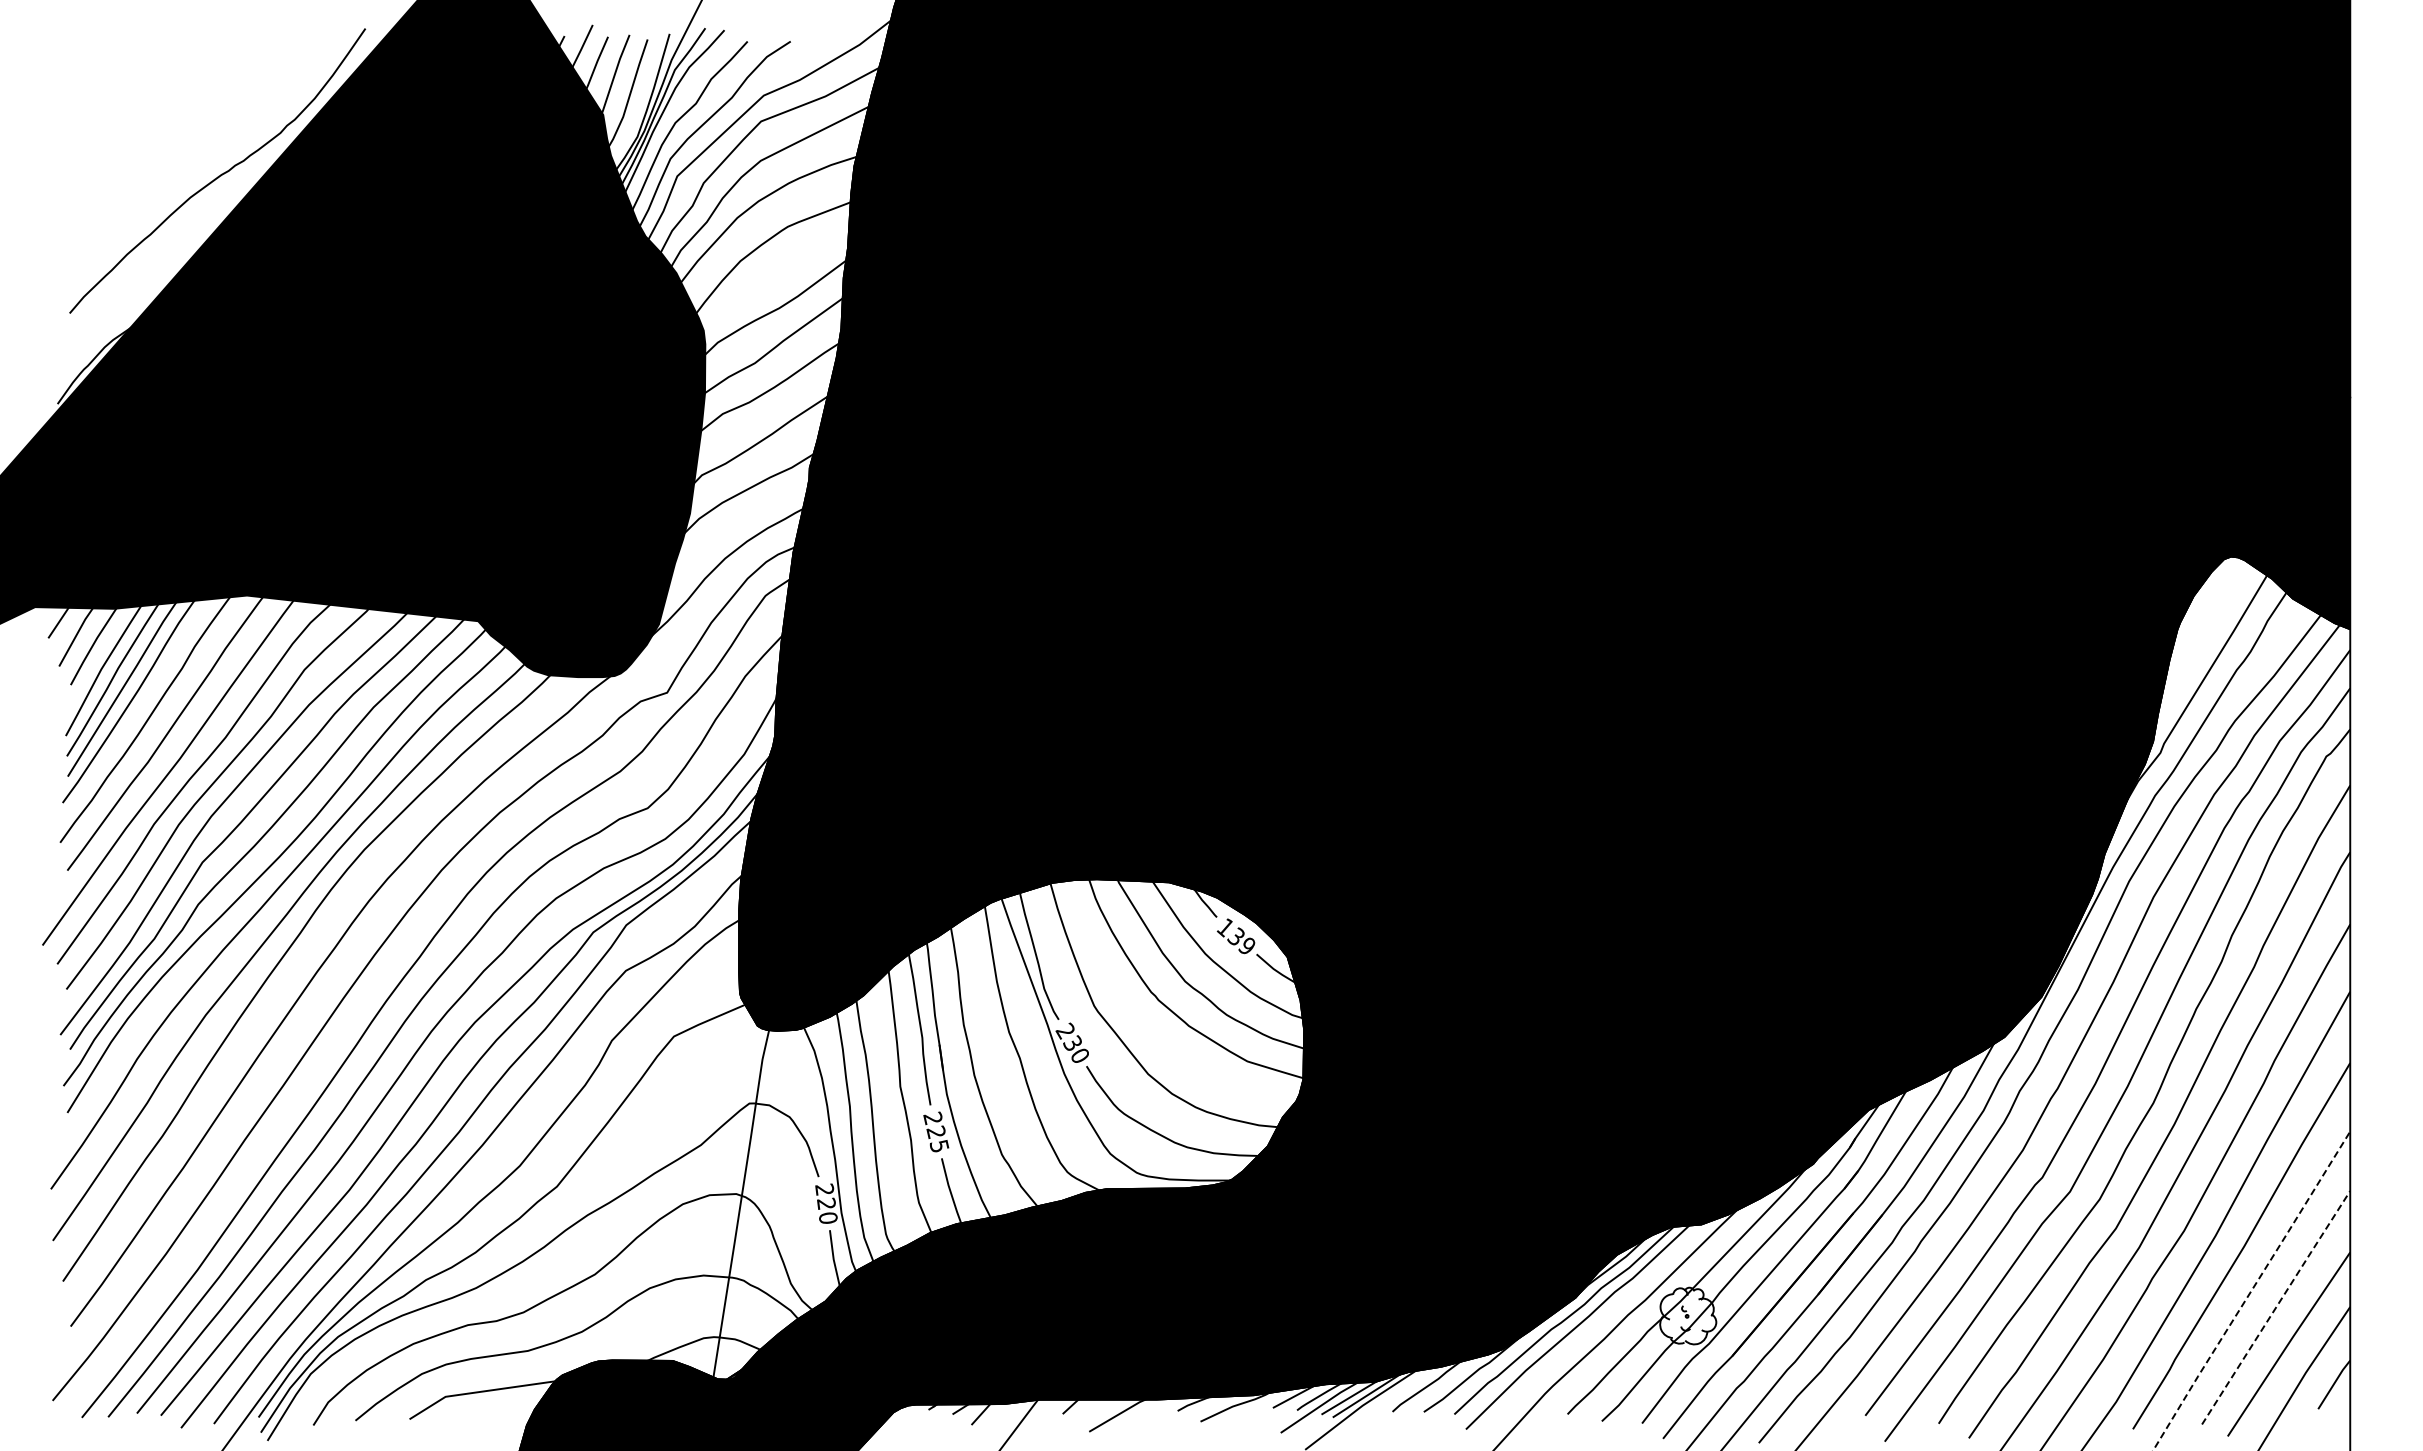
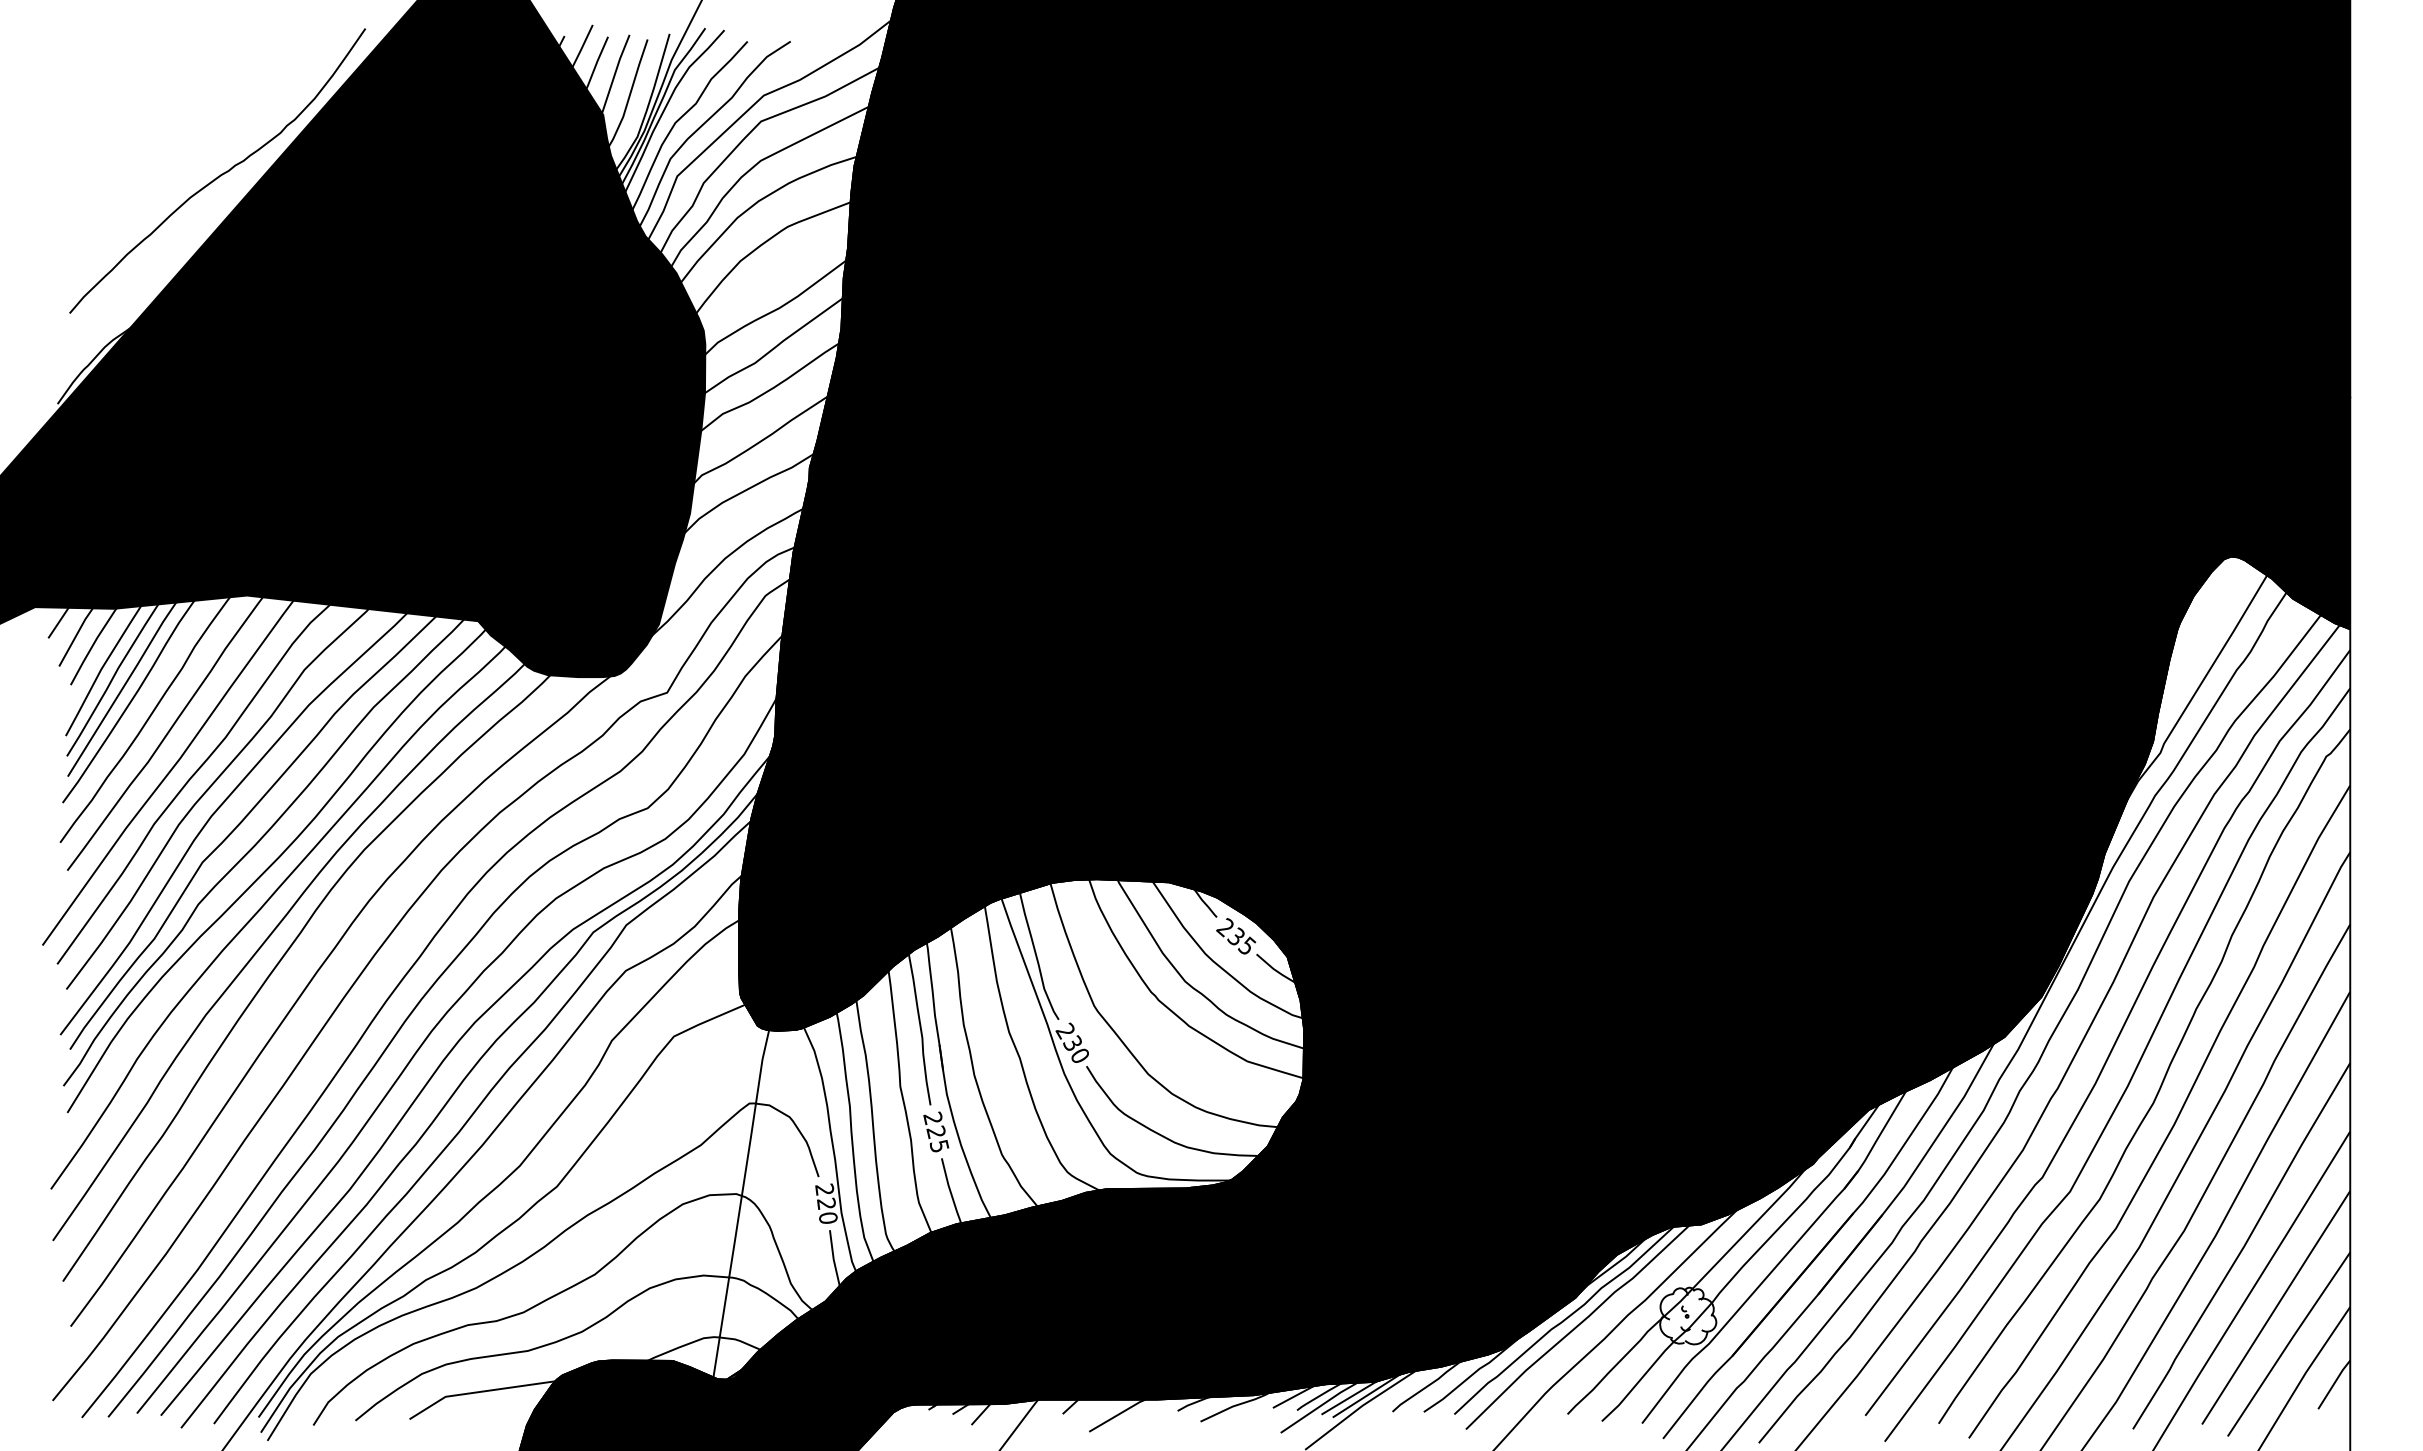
text at (1236, 936): 139 -> 235
line at (2251, 1290): dashed -> solid
line at (2276, 1306): dashed -> solid
